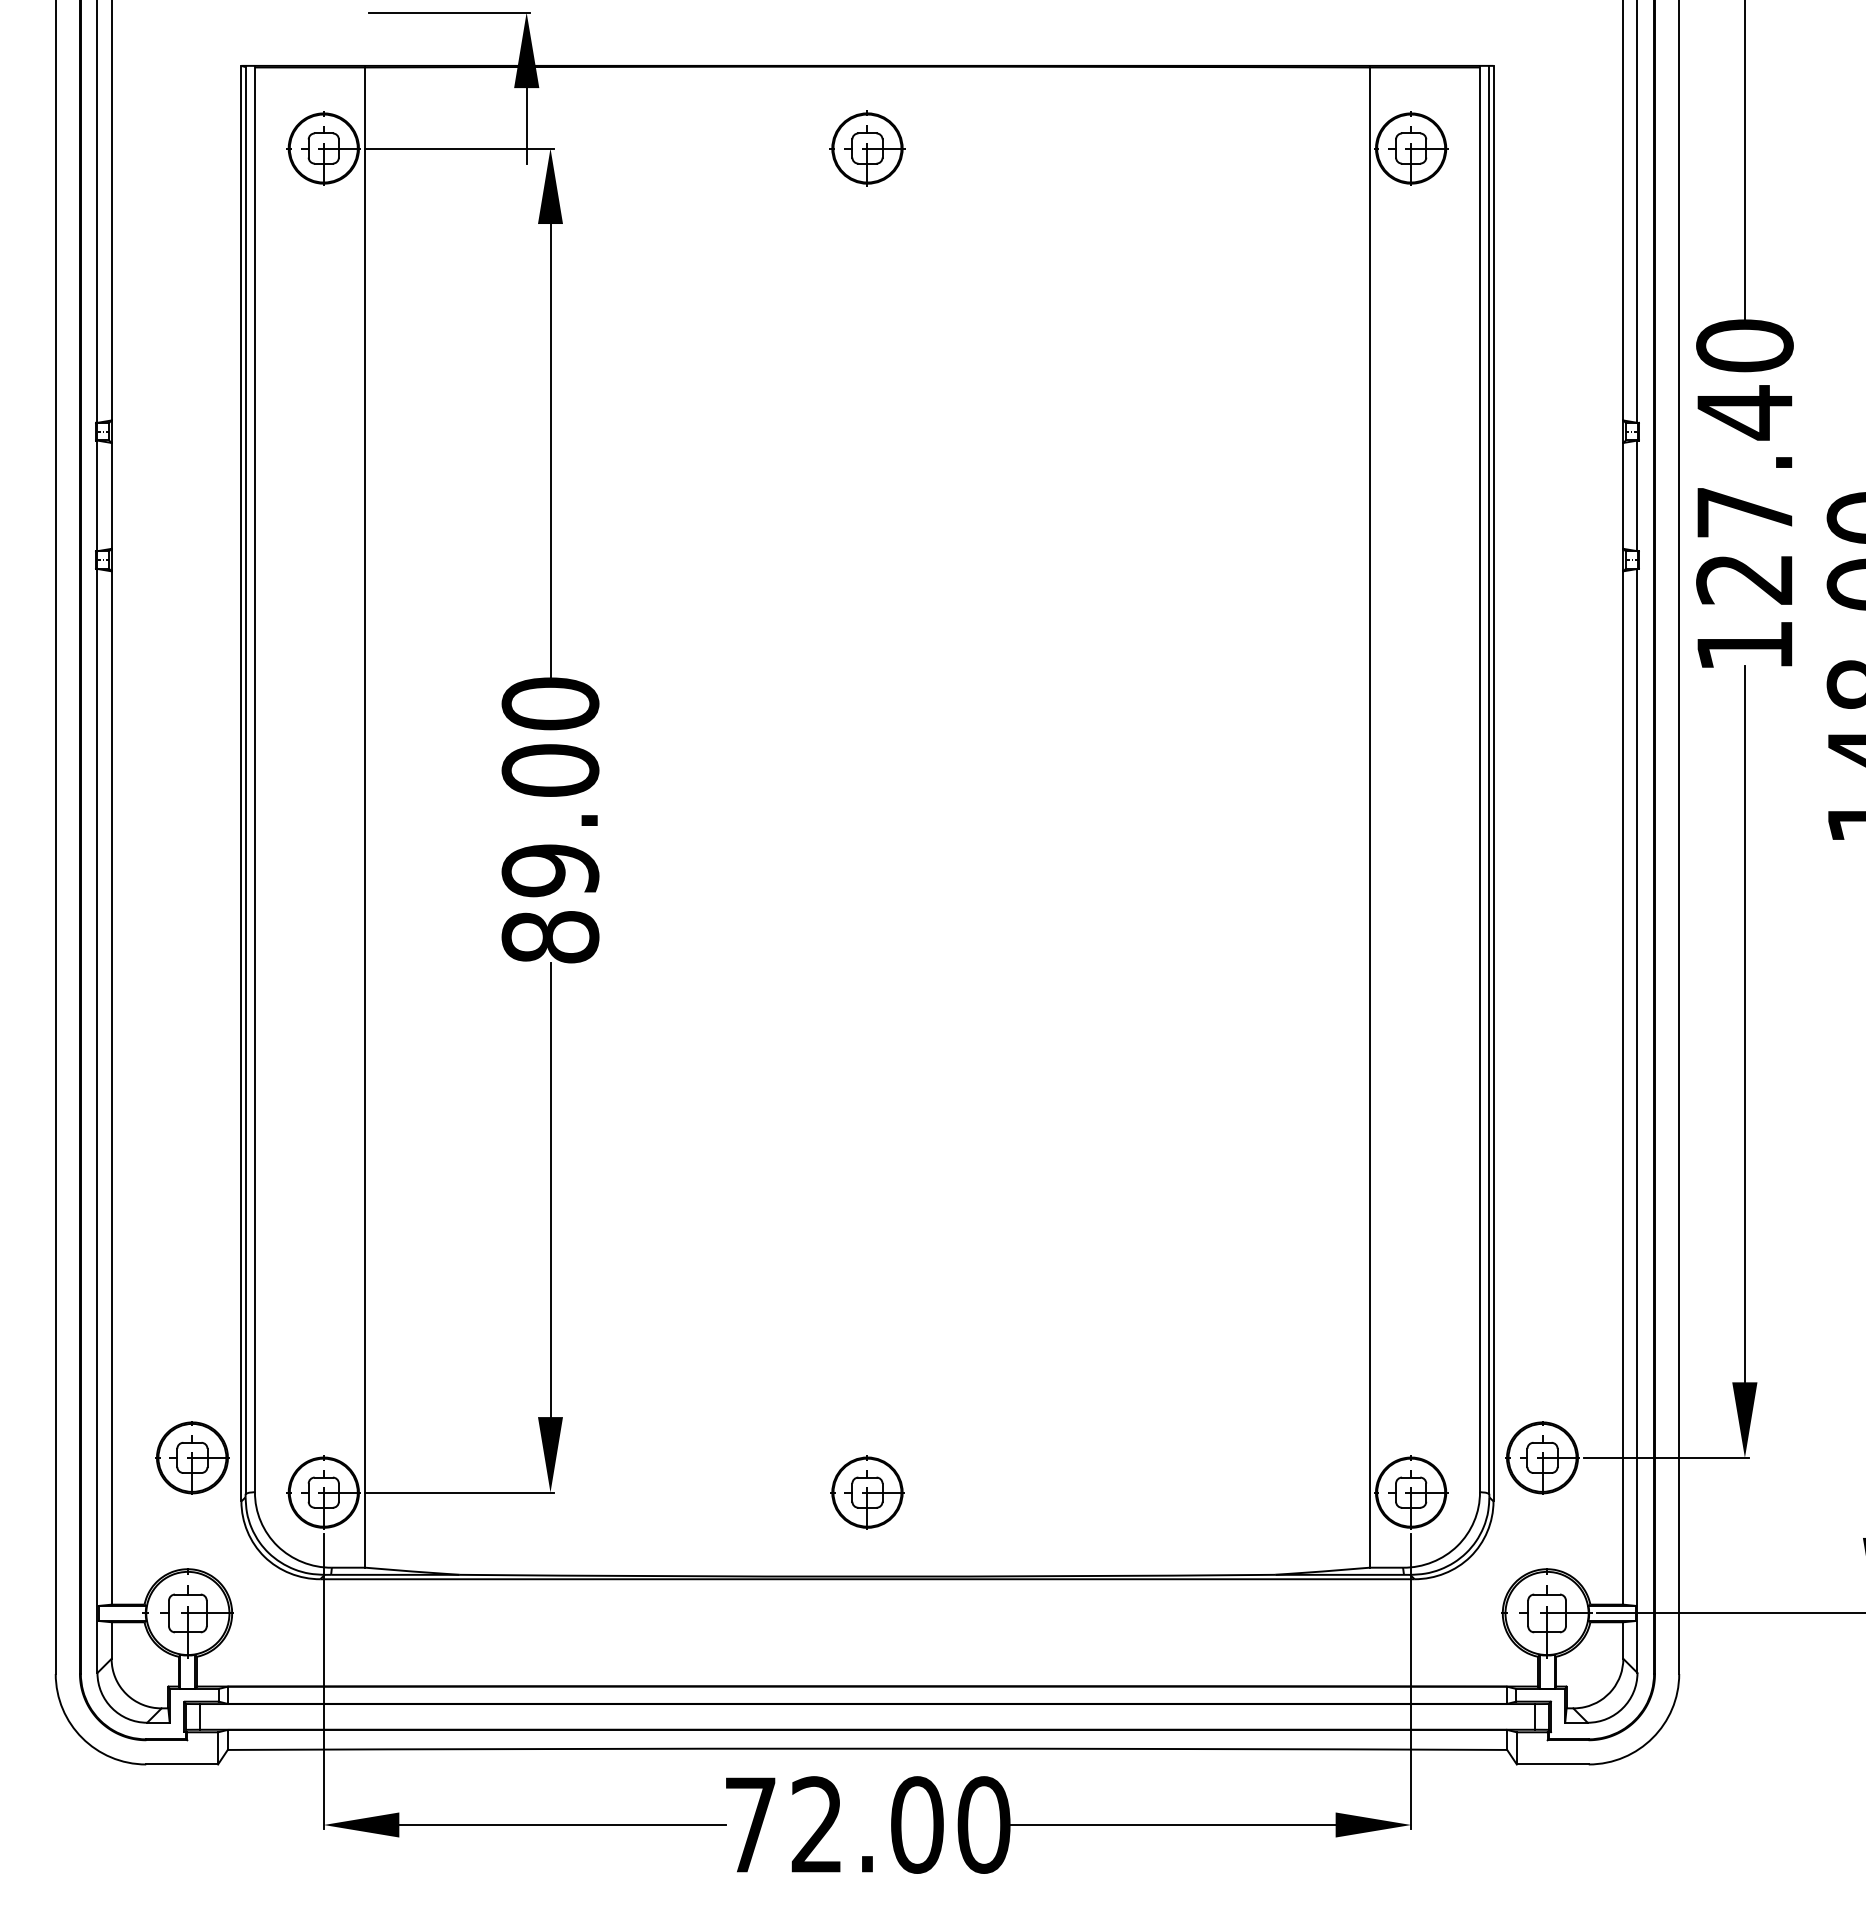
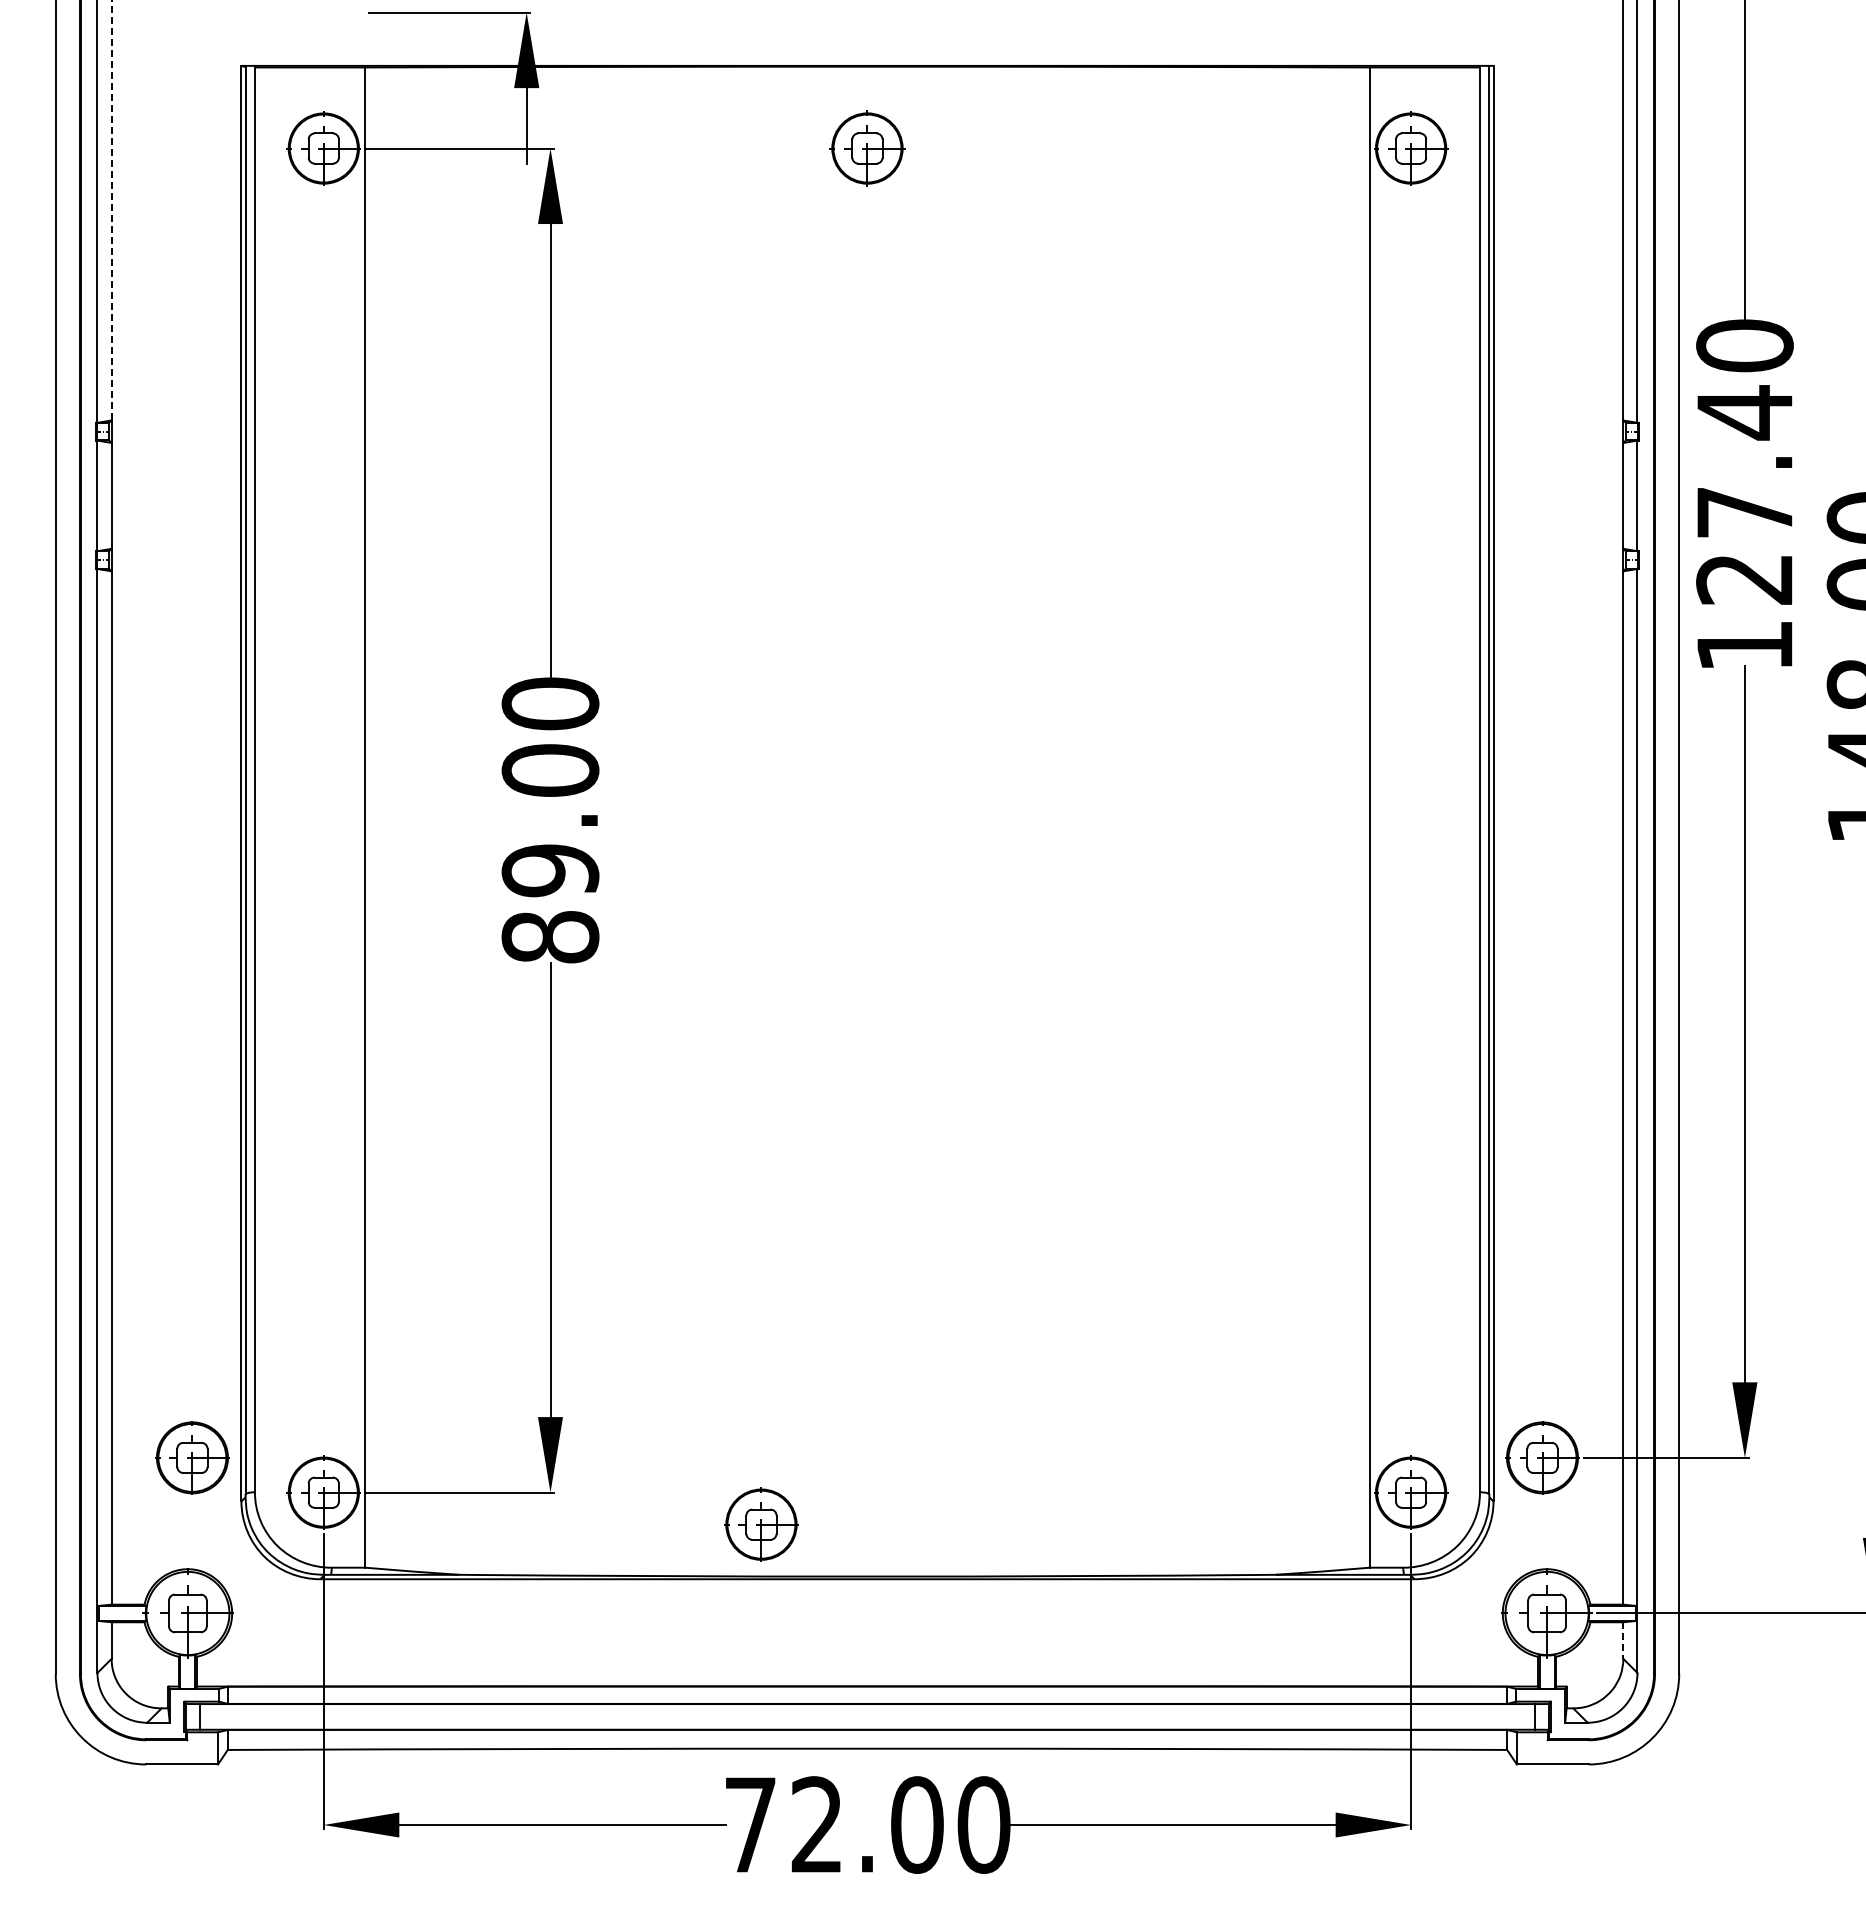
line at (111, 210): solid -> dashed
part at (867, 1492) position: (867, 1492) -> (761, 1524)
line at (1623, 1641): solid -> dashed
